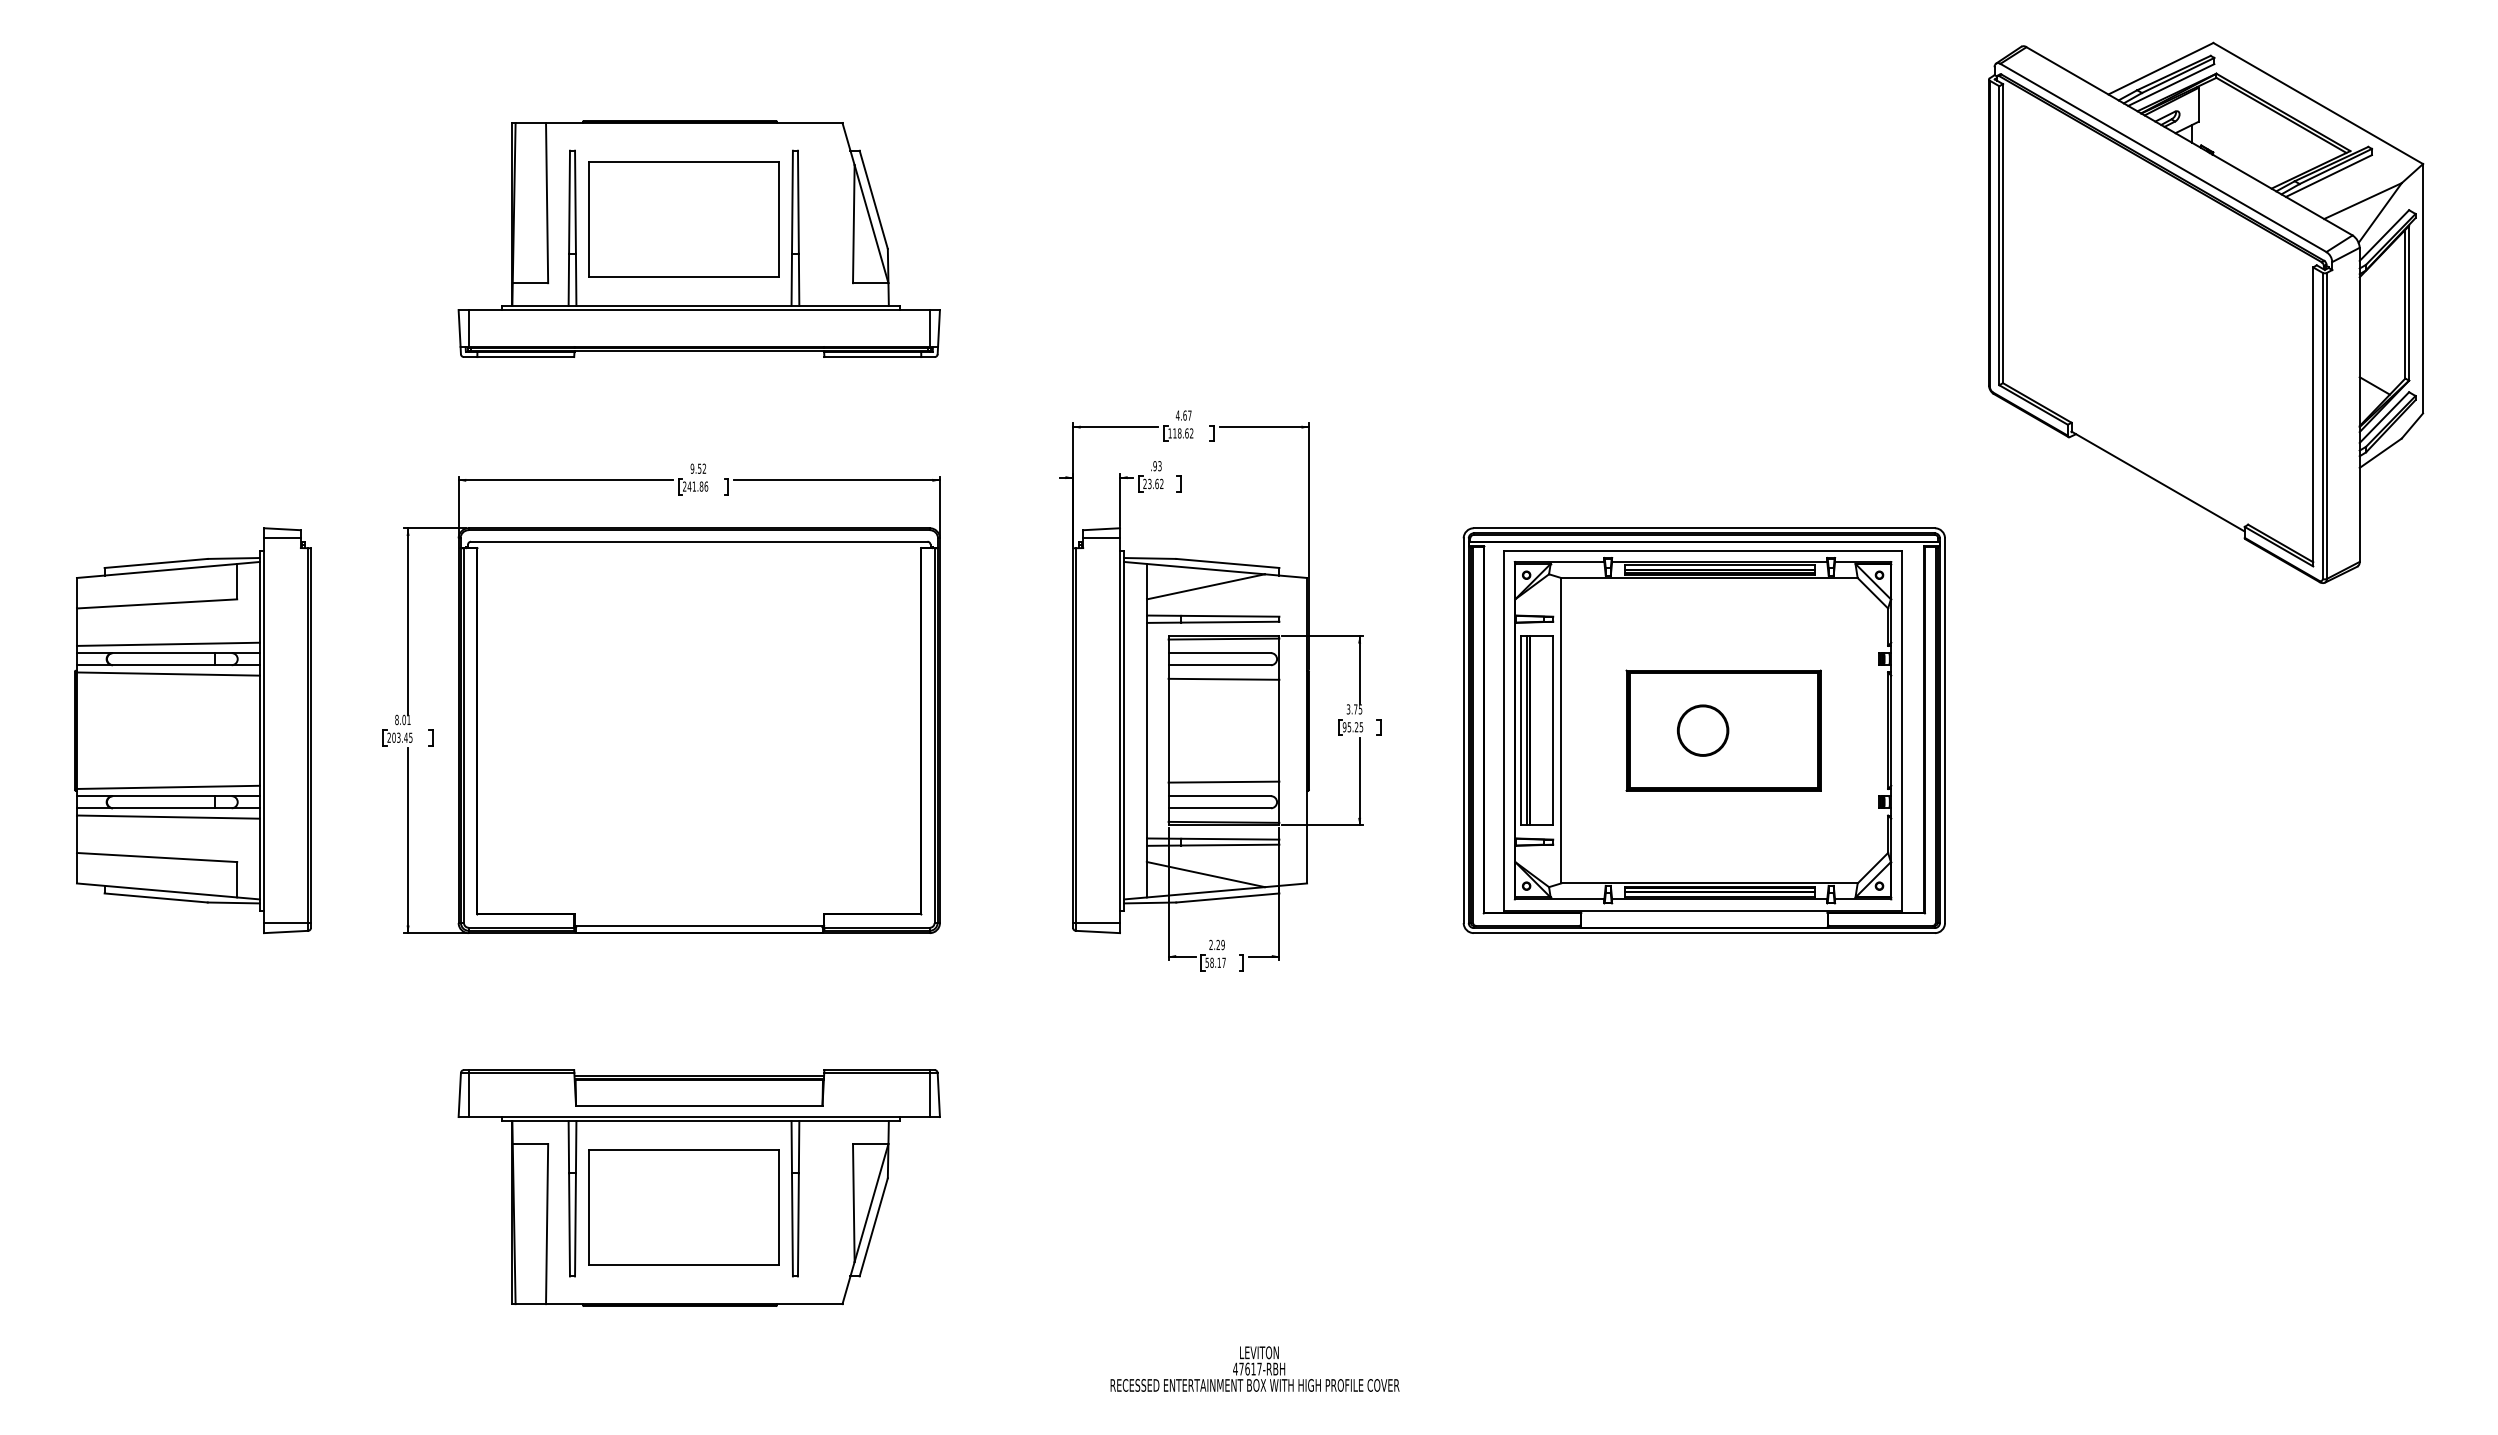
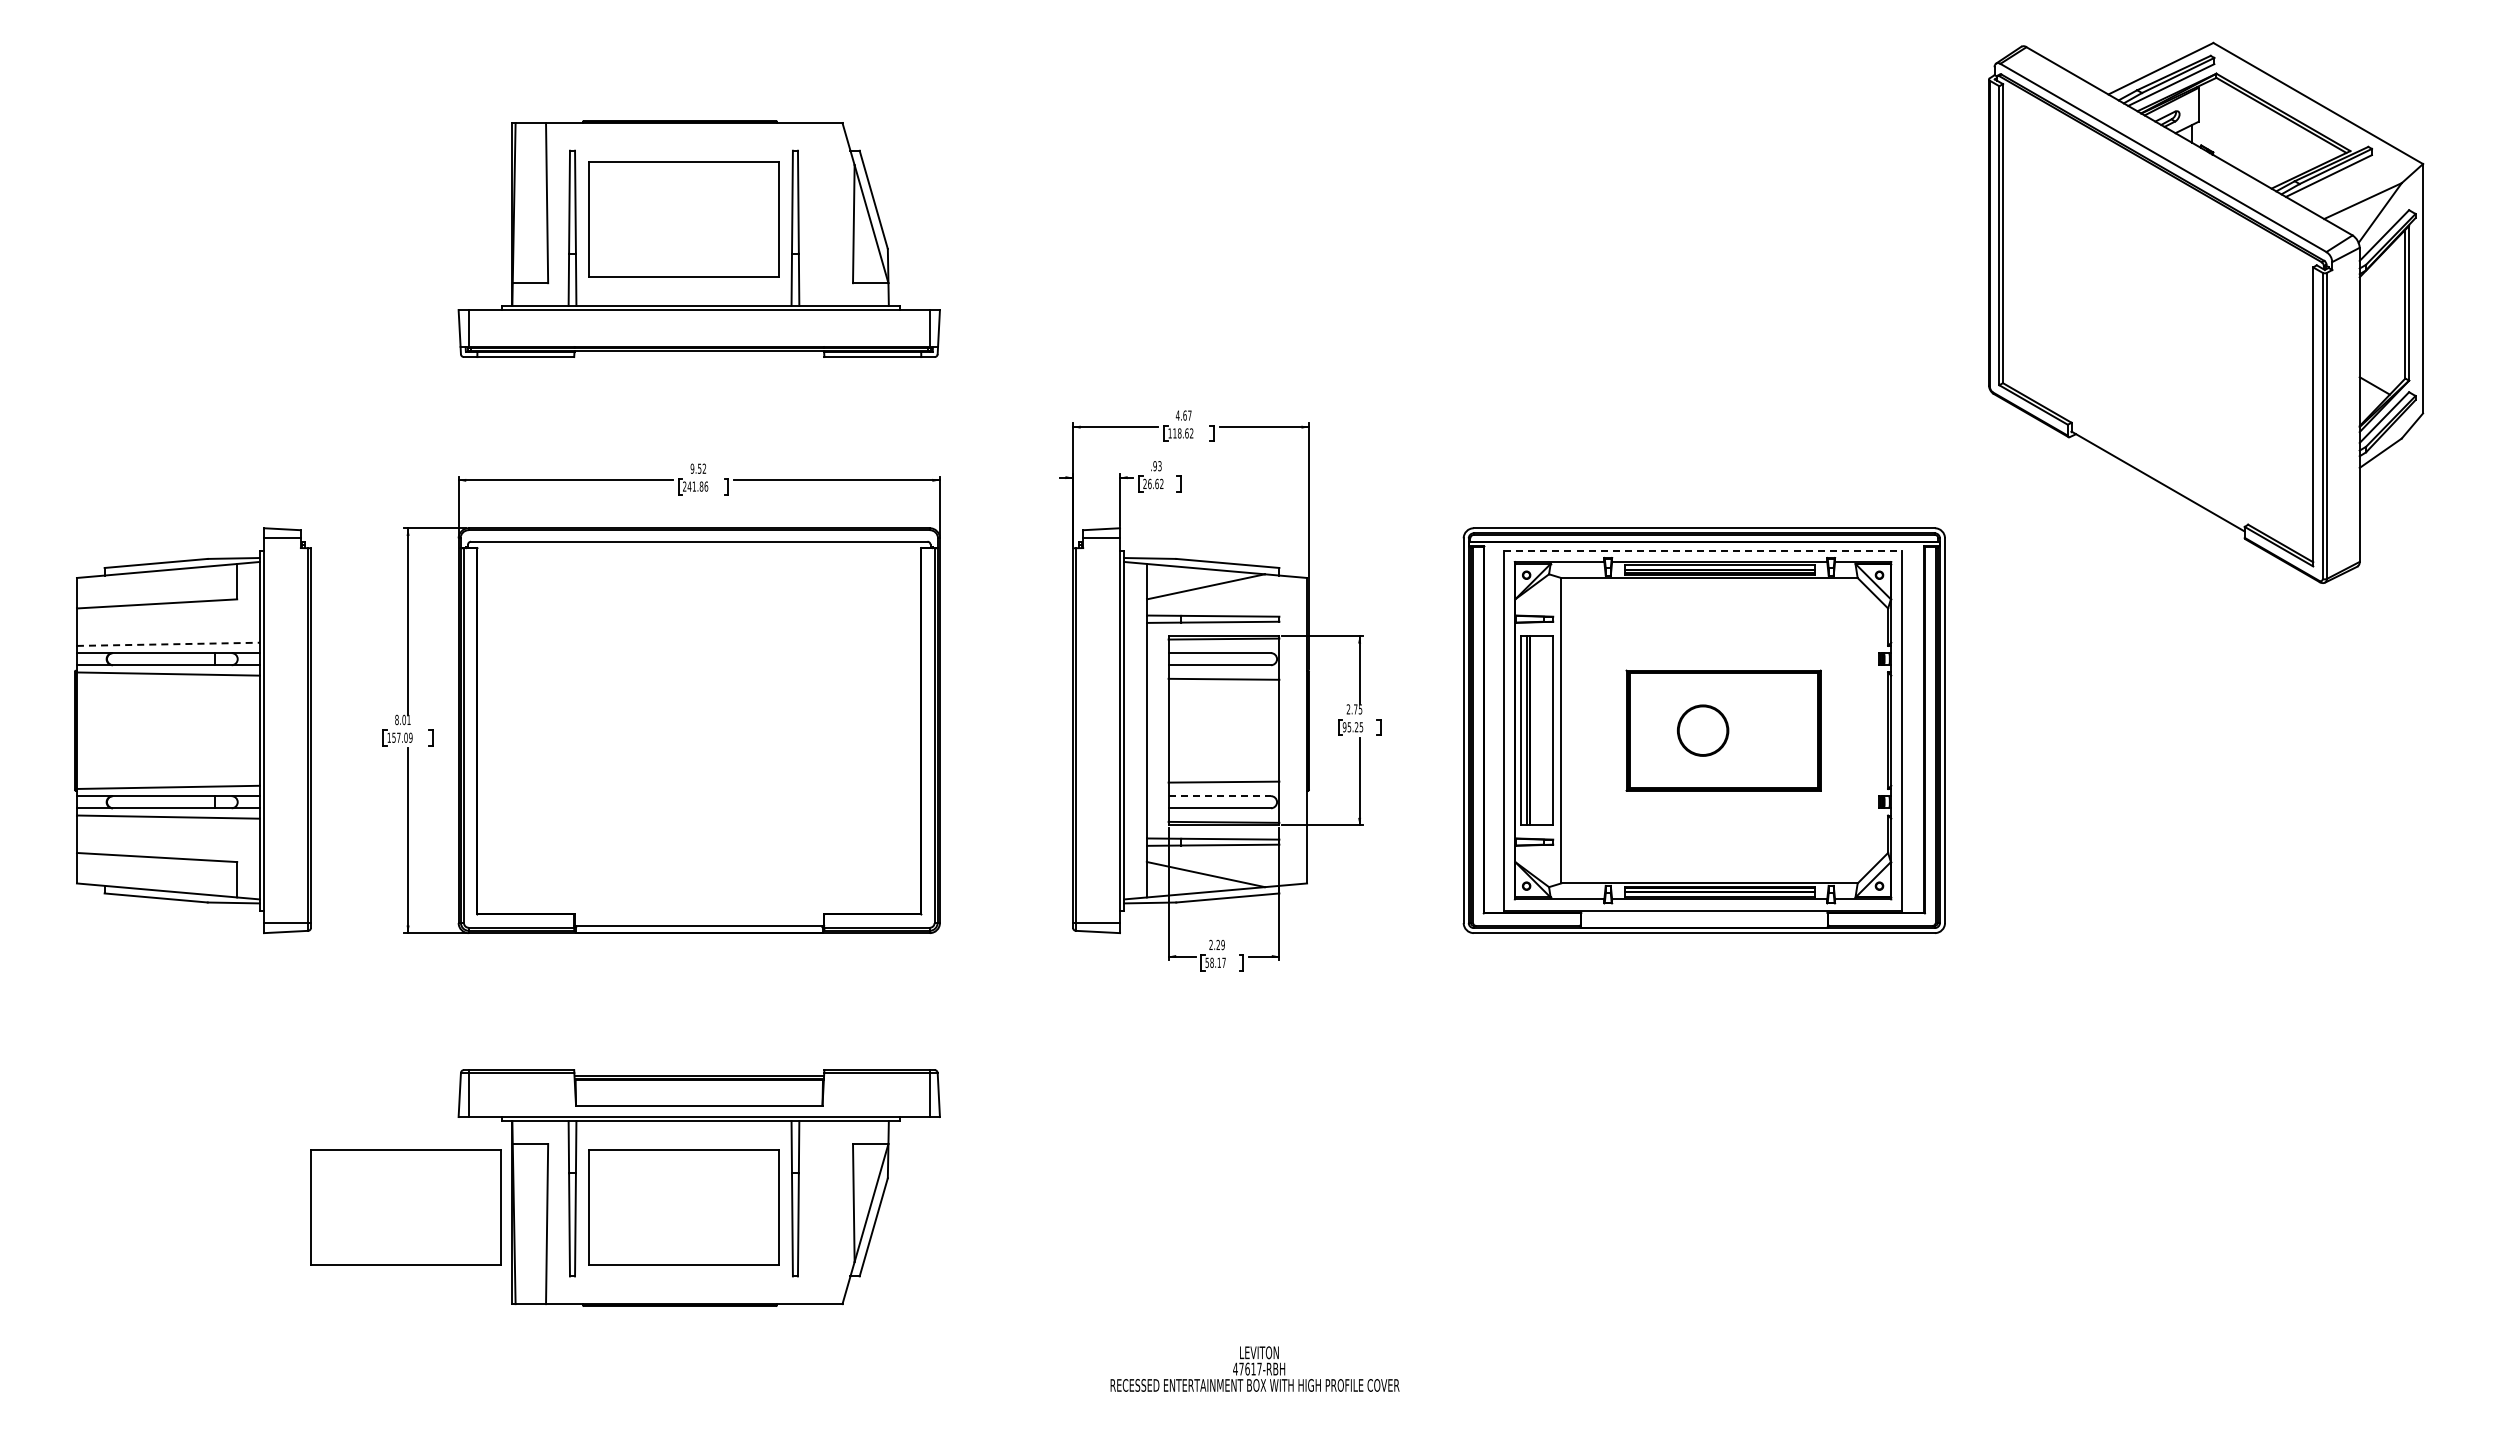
text at (1149, 483): 23.62 -> 26.62
line at (1703, 550): solid -> dashed
line at (168, 644): solid -> dashed
text at (1348, 709): 3.75 -> 2.75
text at (399, 737): 203.45 -> 157.09
line at (1220, 796): solid -> dashed
part at (405, 1207): none -> present
